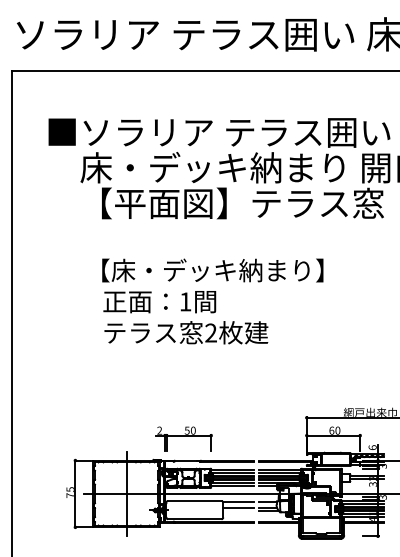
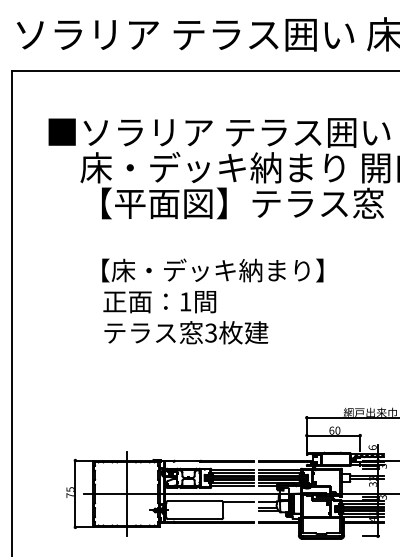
text at (210, 333): 2 -> 3
part at (183, 438): present -> none
line at (238, 507): present -> none
